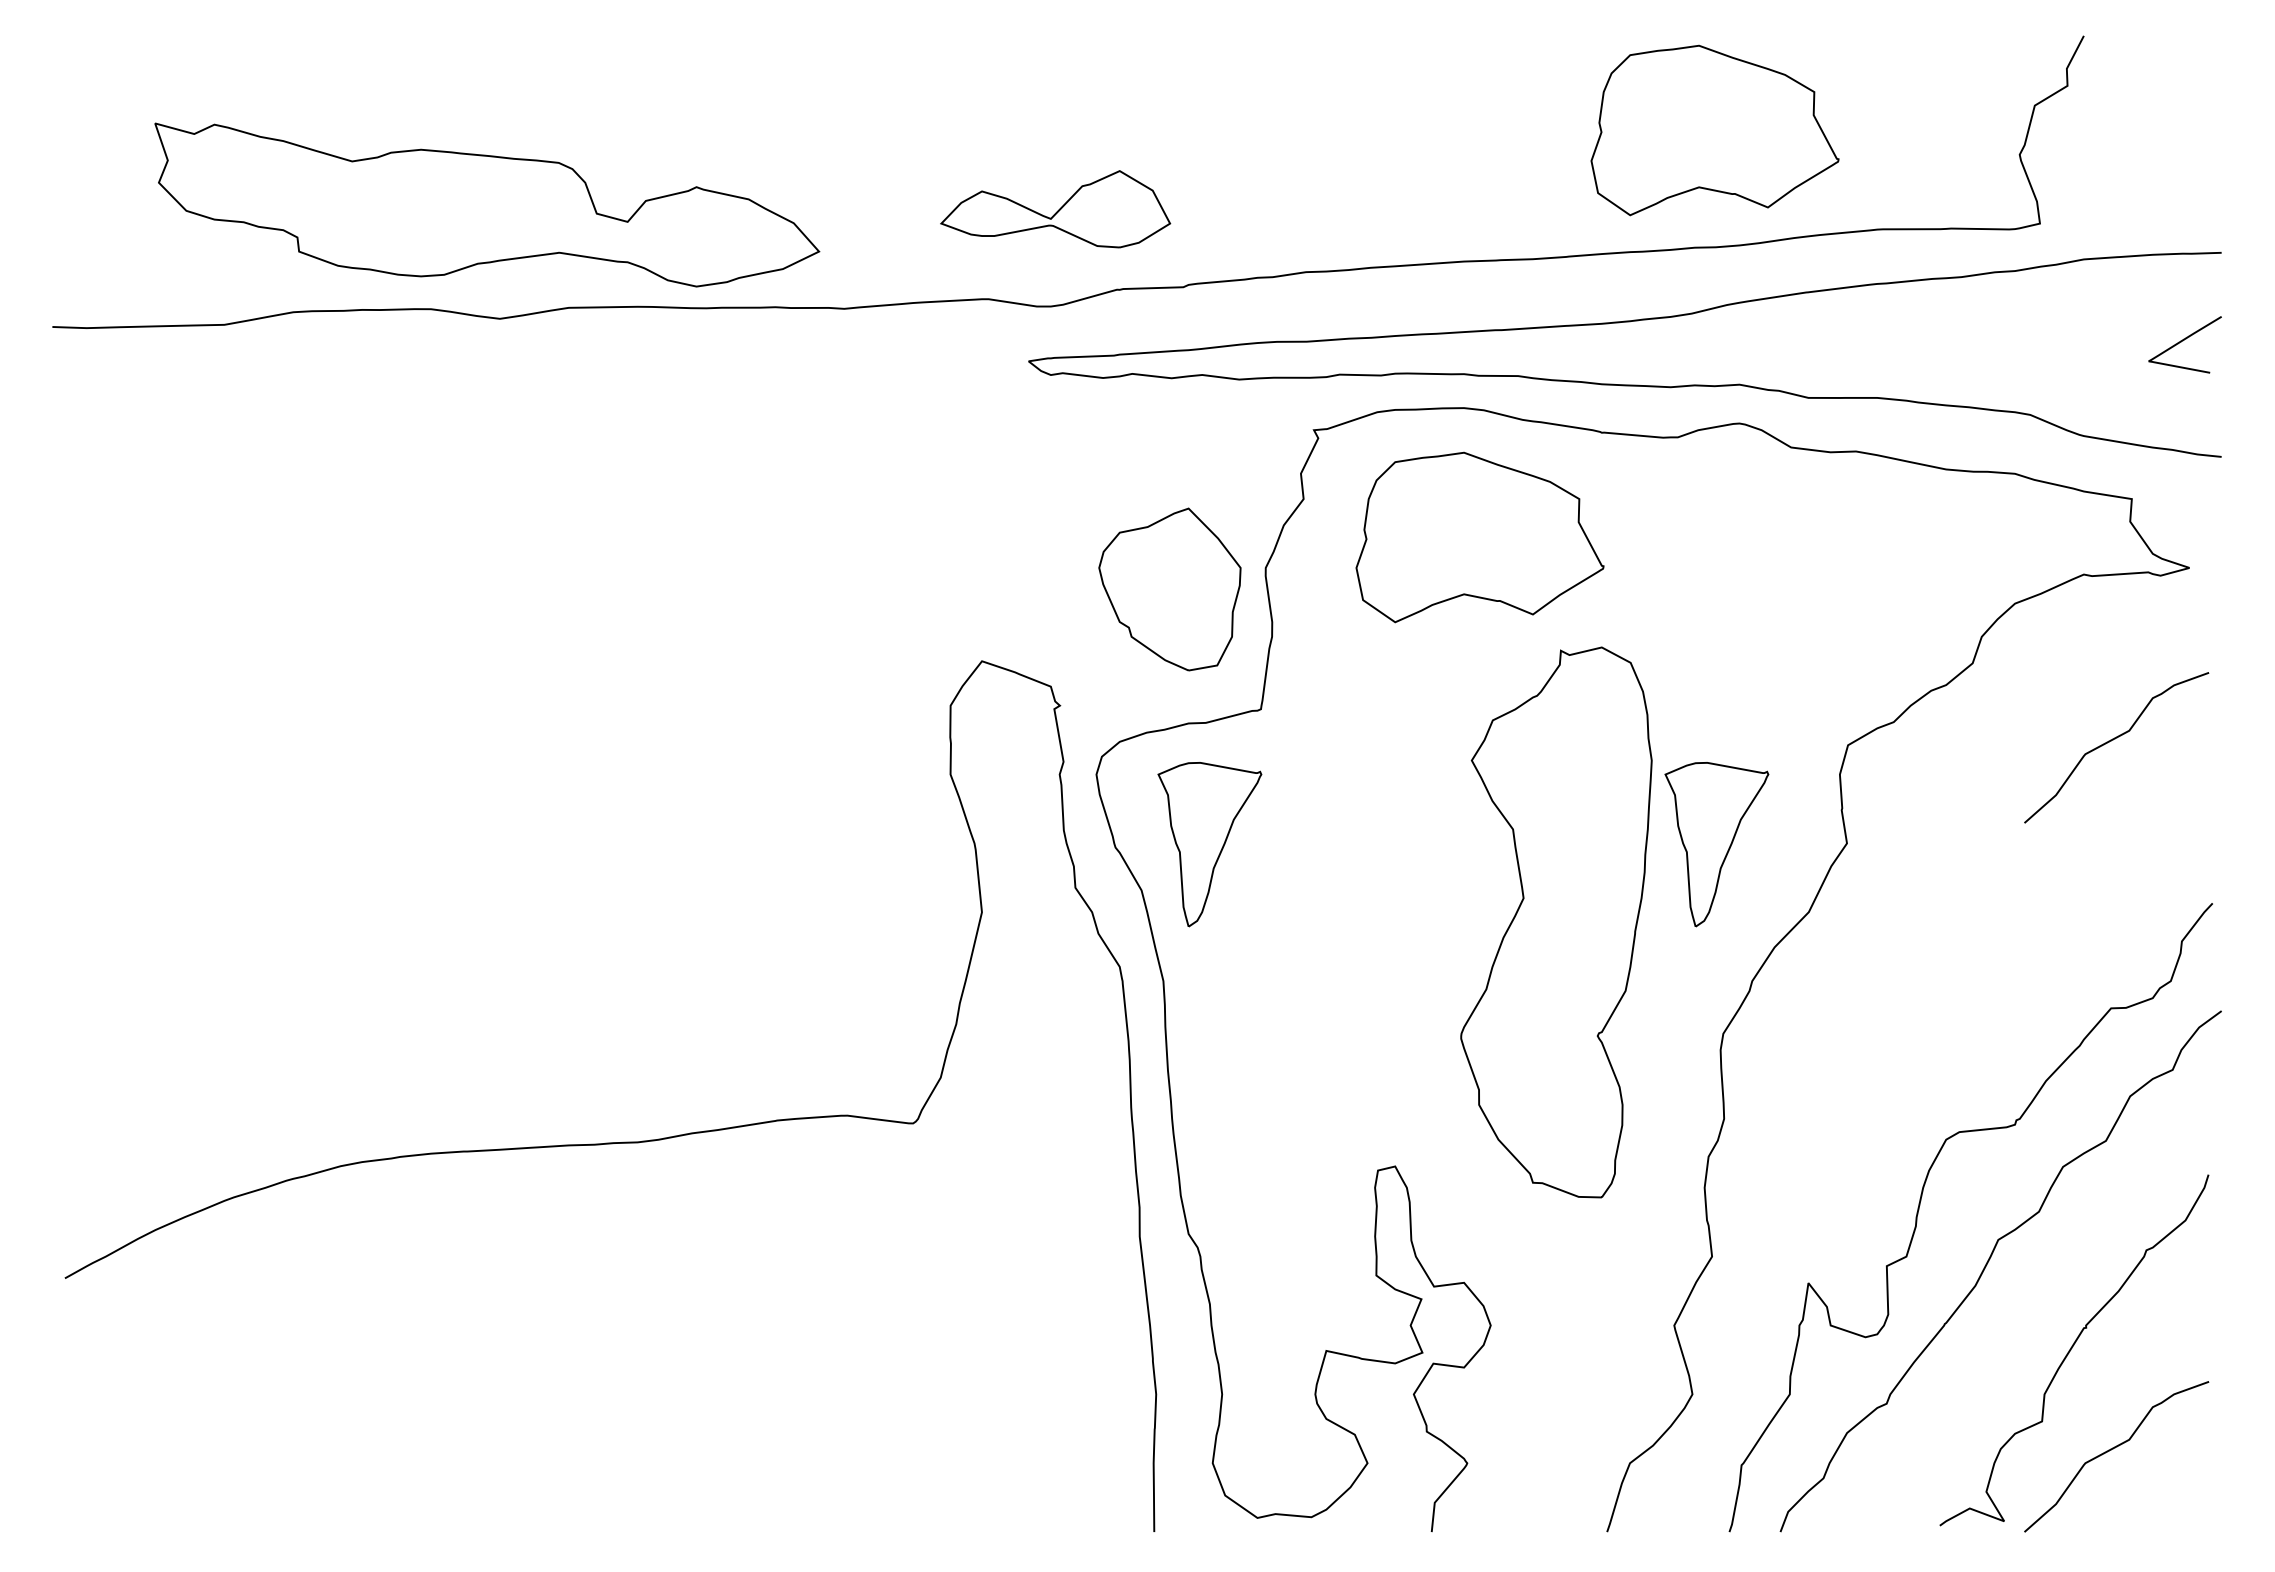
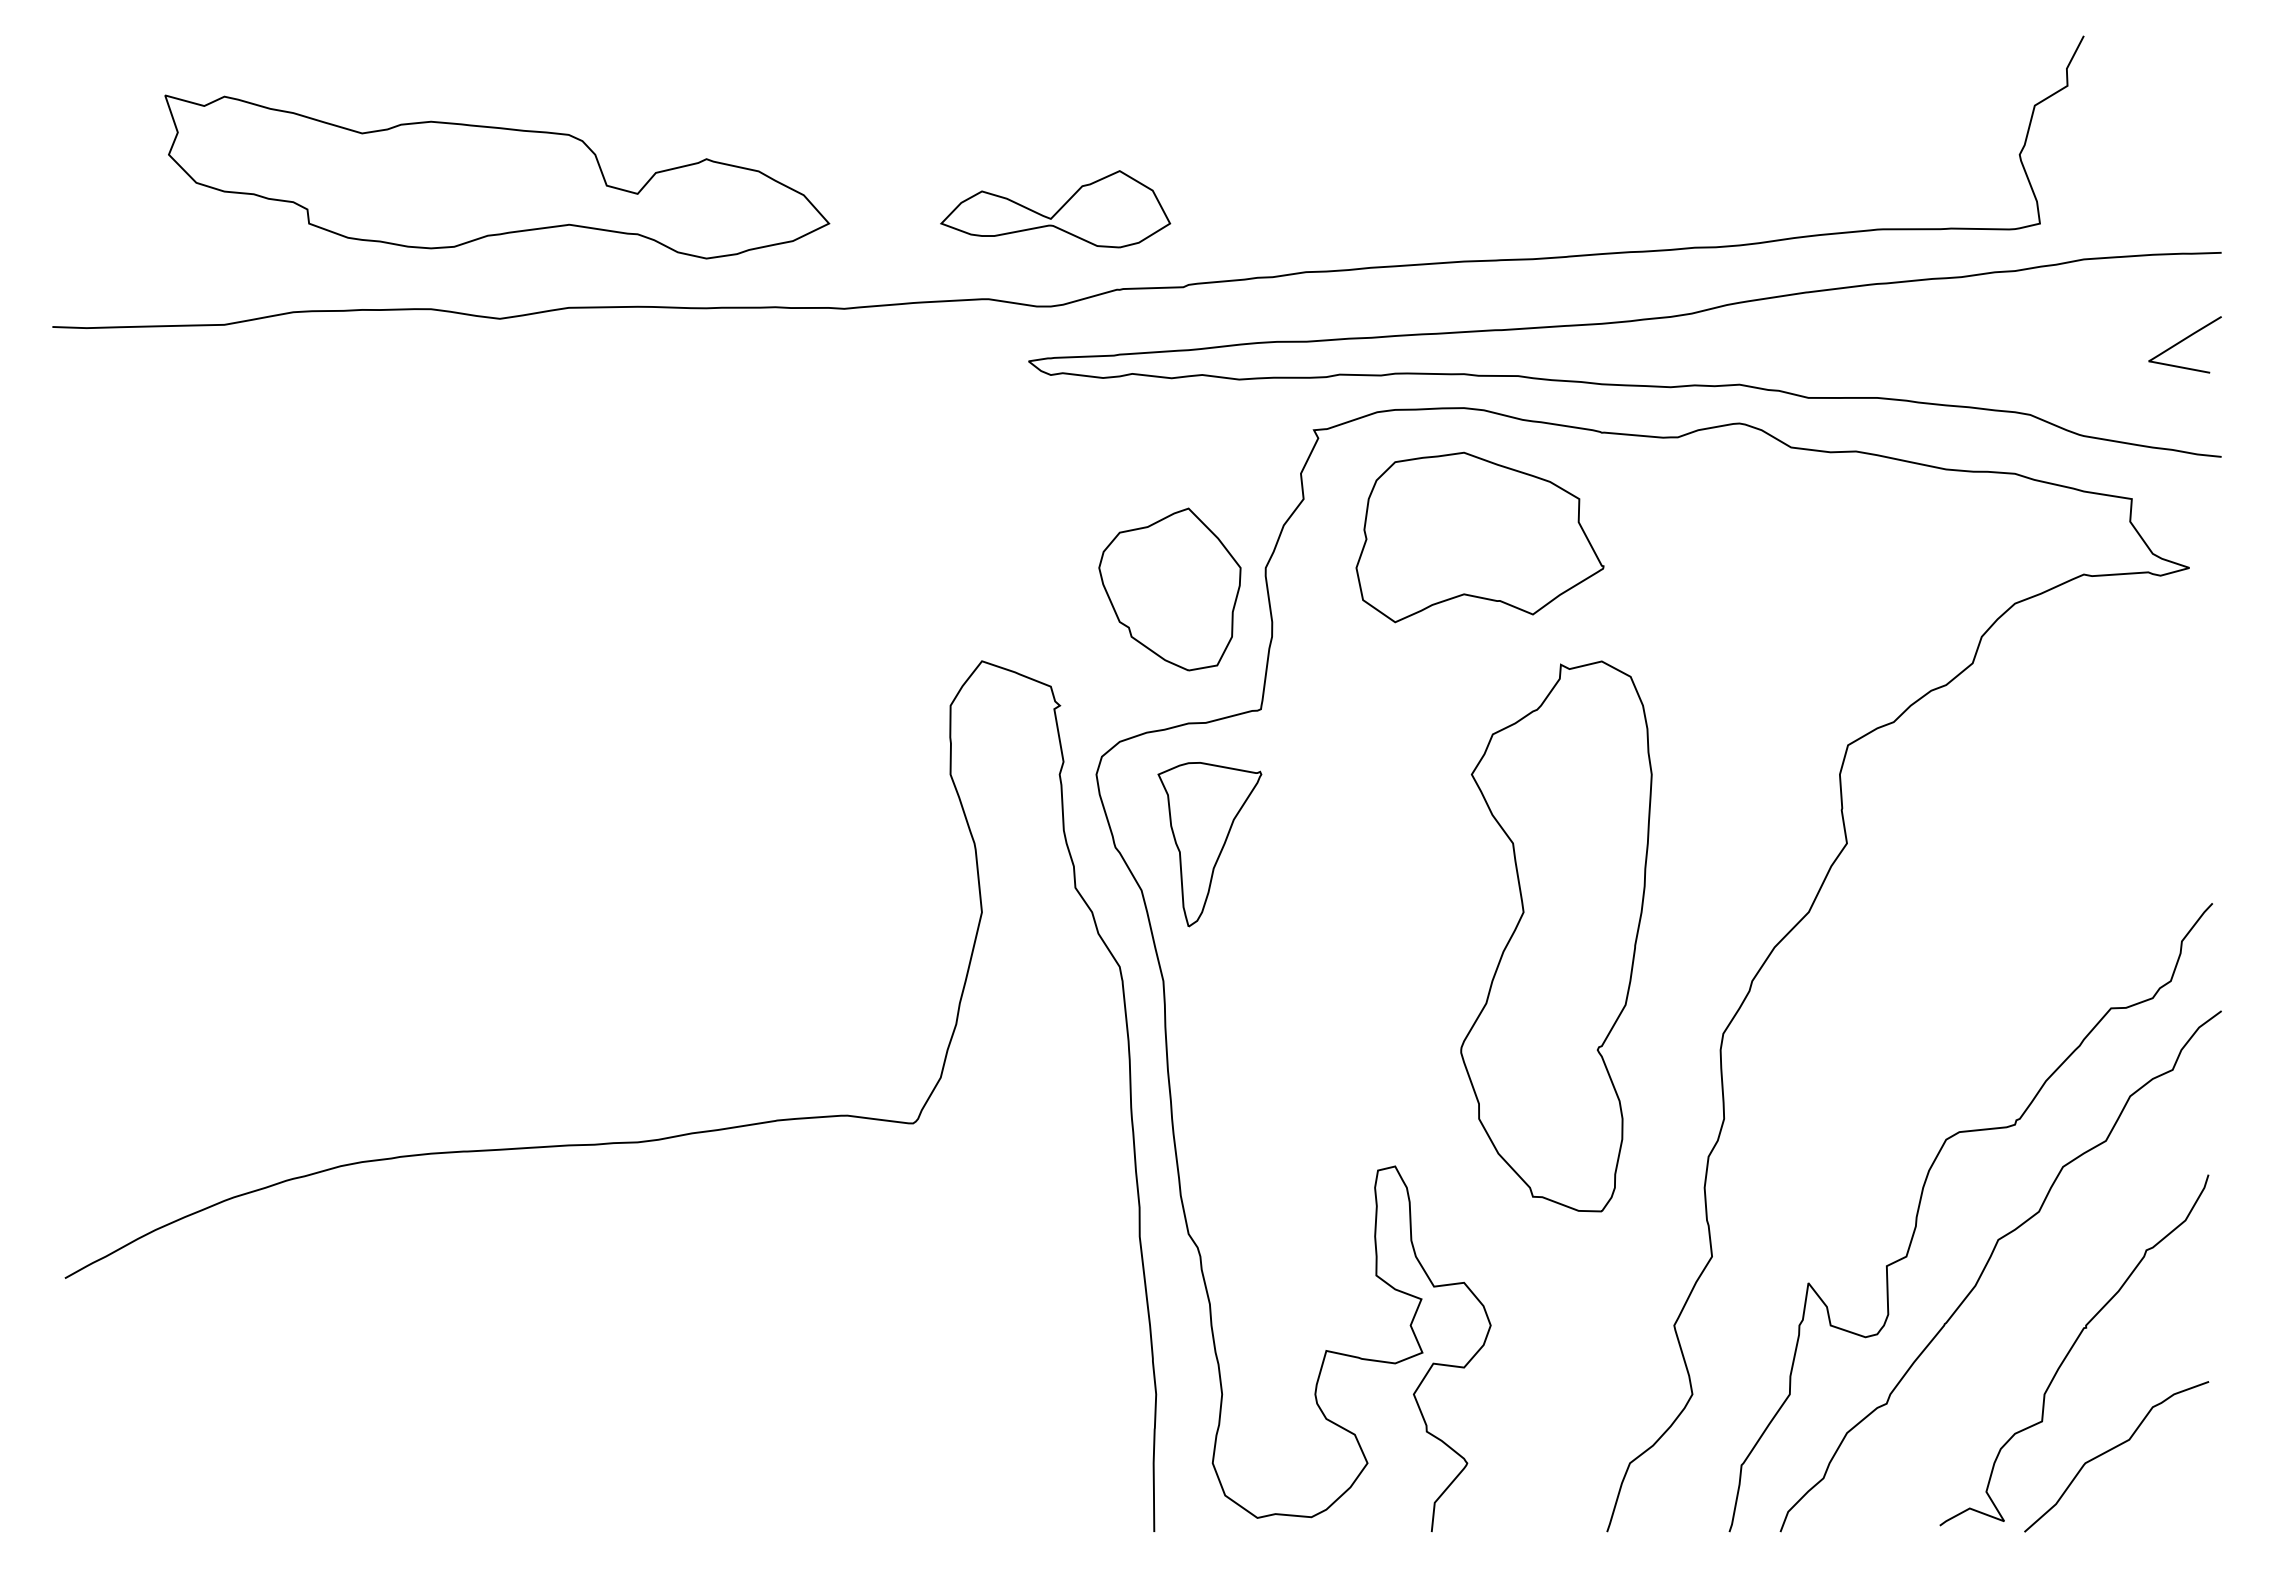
part at (1714, 130): present -> none
part at (487, 204) position: (487, 204) -> (497, 176)
curve at (2113, 740): present -> none
part at (1716, 844): present -> none
part at (1556, 922) position: (1556, 922) -> (1556, 936)
